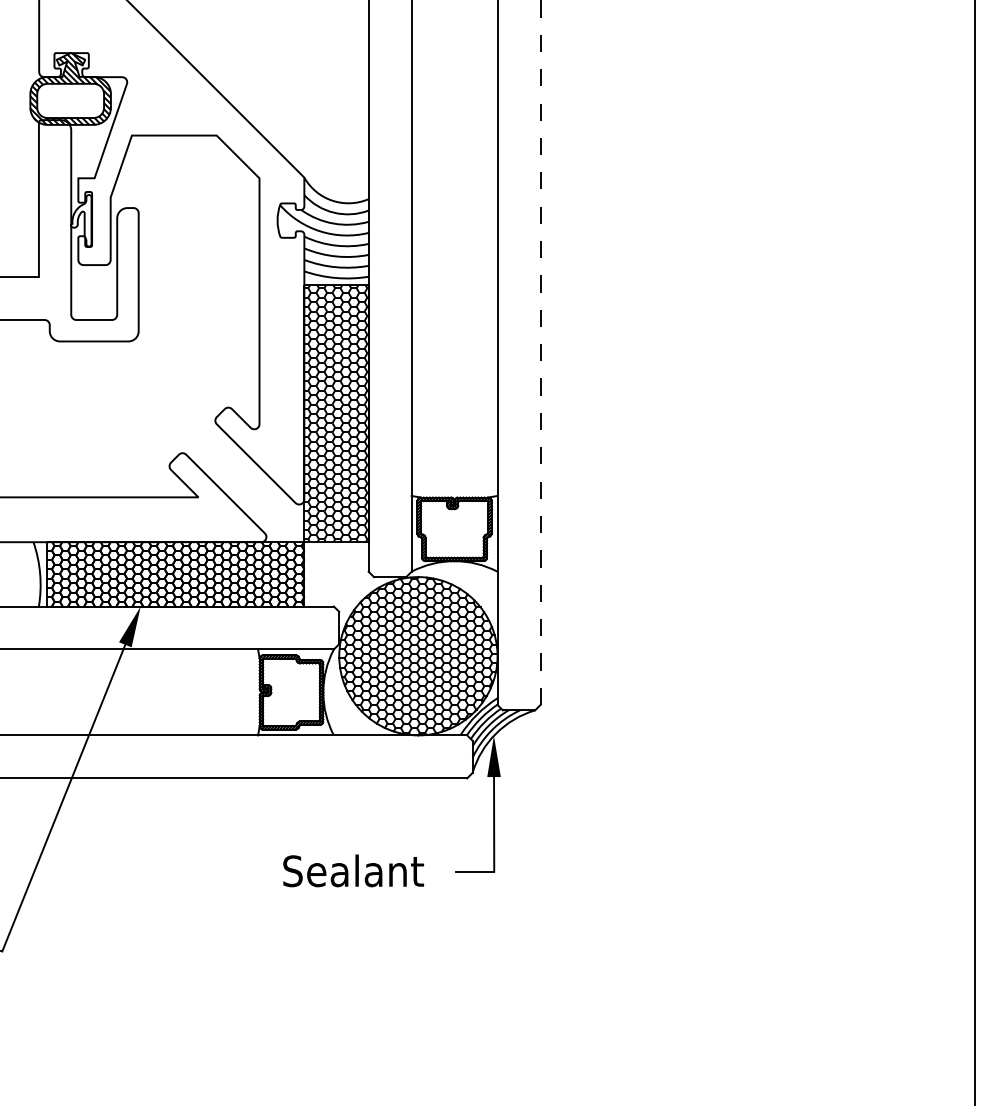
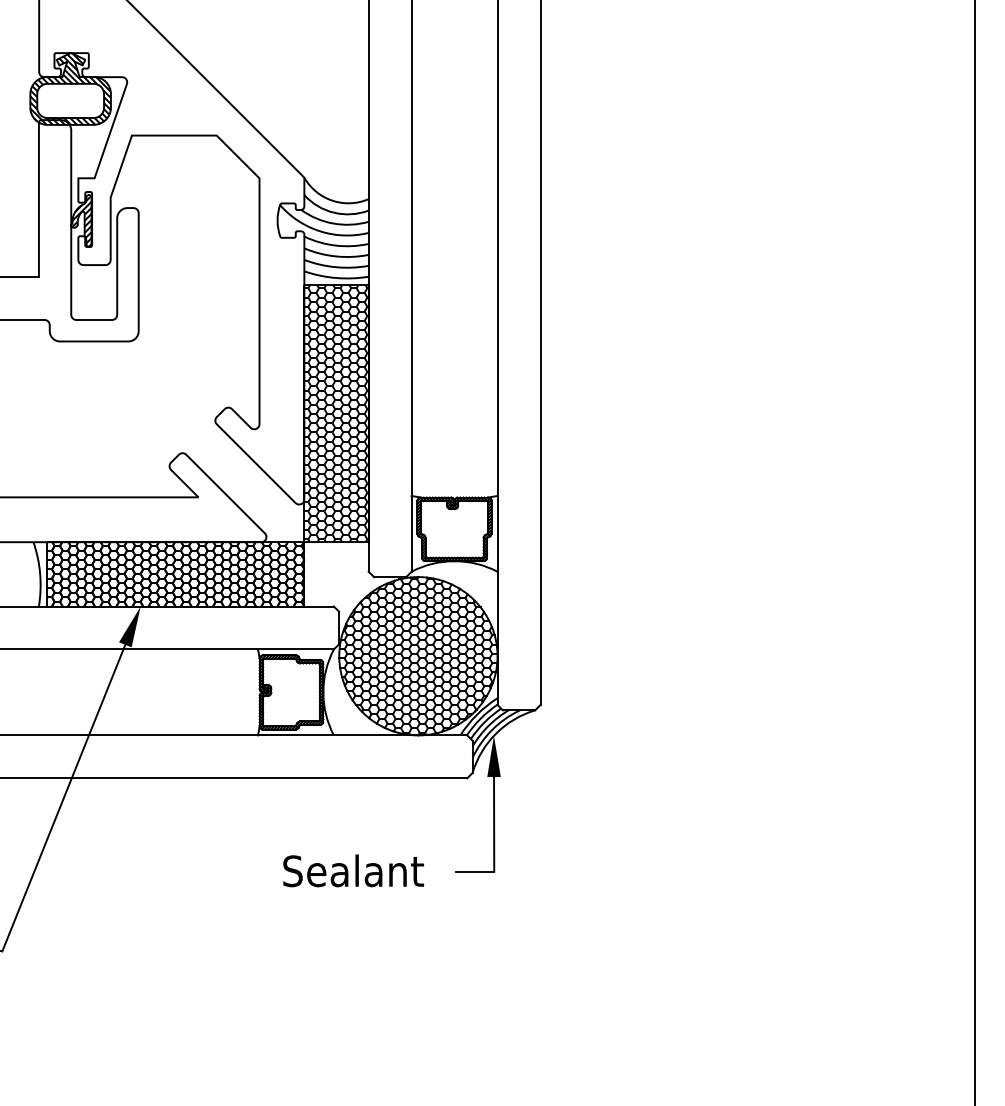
hatch at (81, 221): none -> present
line at (540, 352): dashed -> solid
